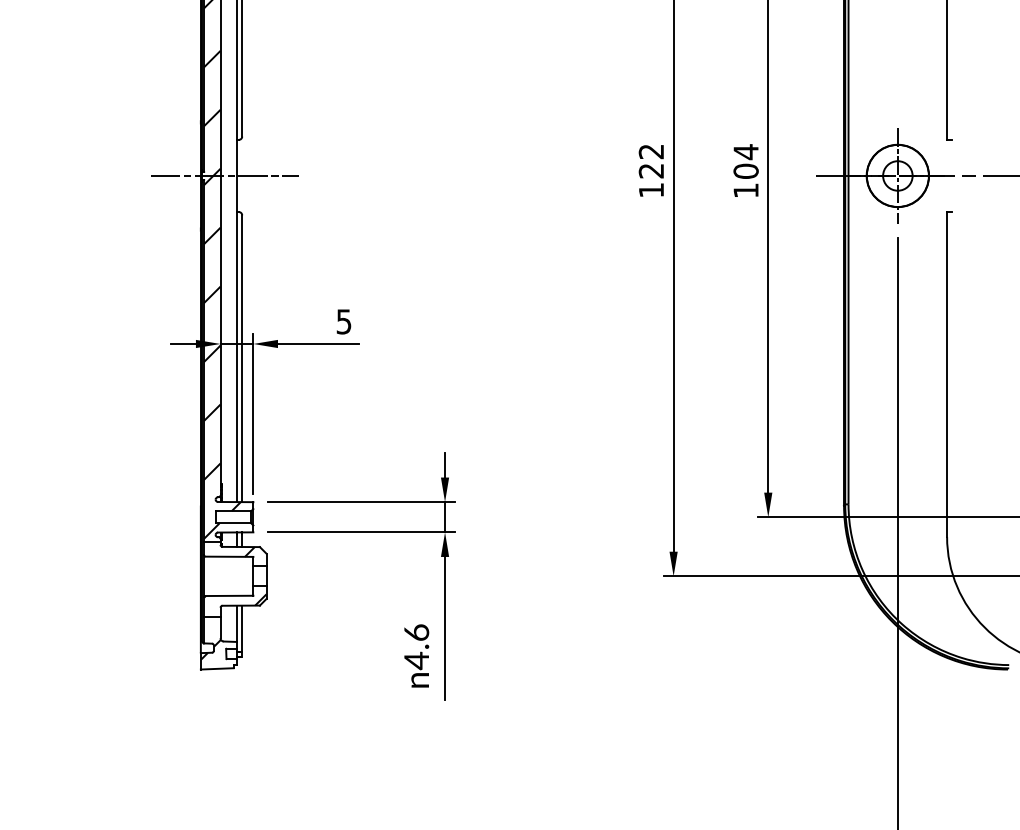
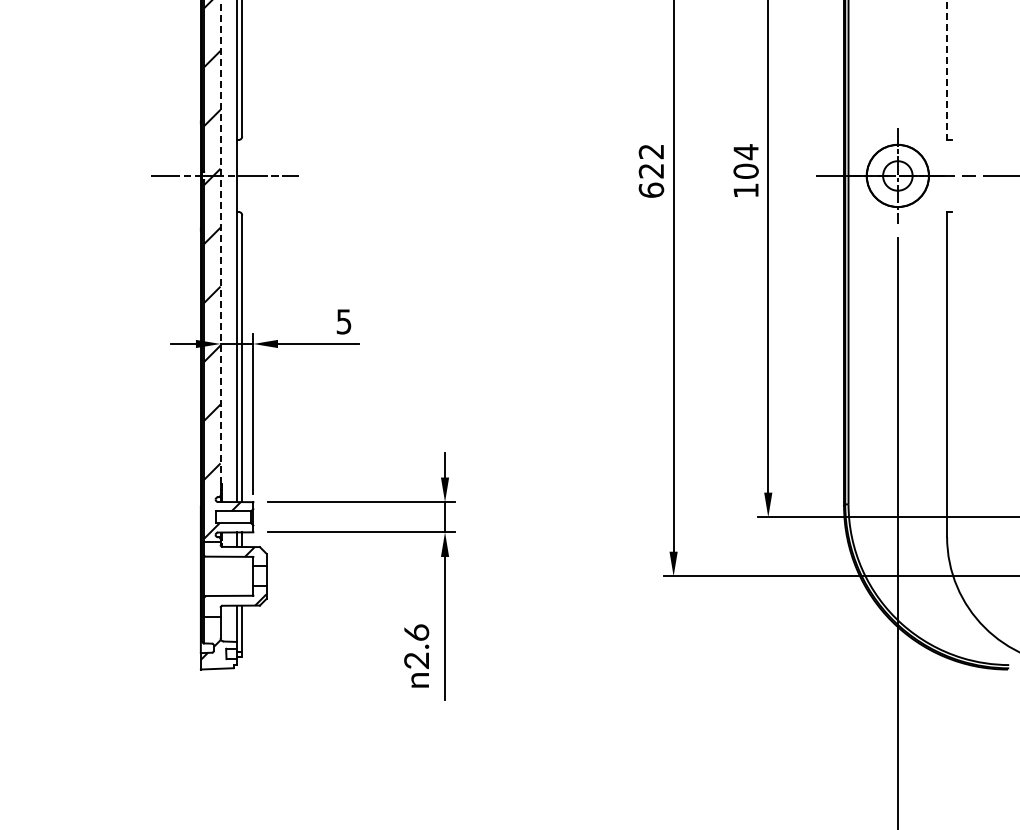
line at (947, 70): solid -> dashed
text at (651, 189): 122 -> 622
line at (220, 247): solid -> dashed
text at (416, 660): 4.6 -> 2.6
